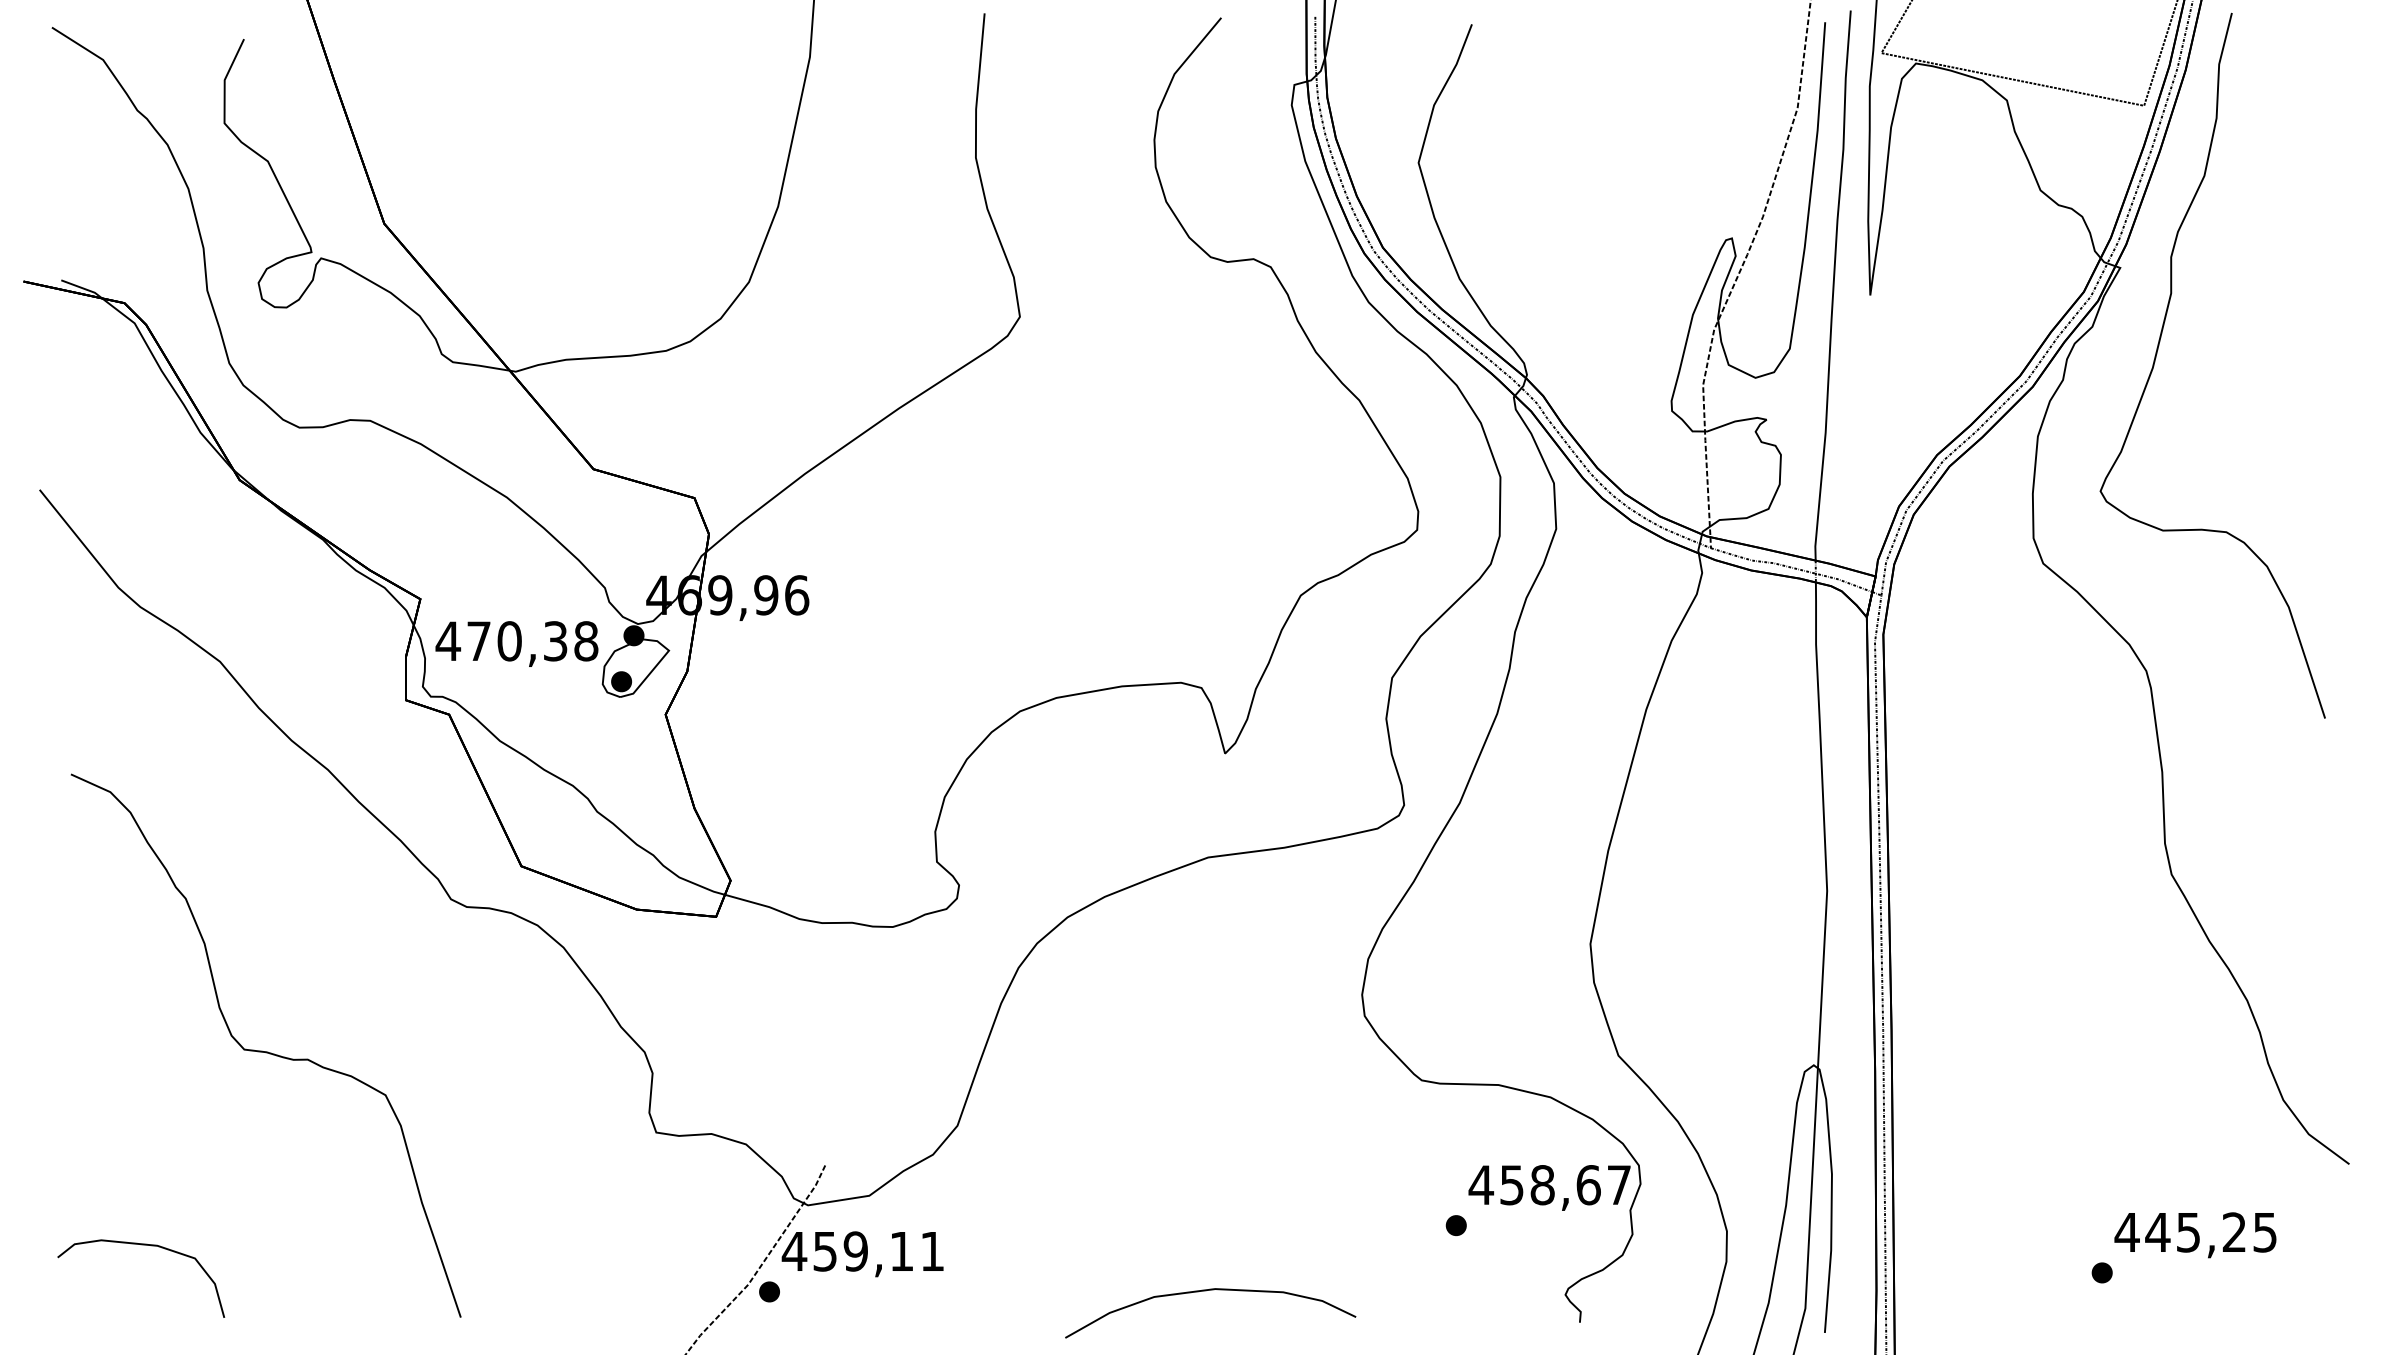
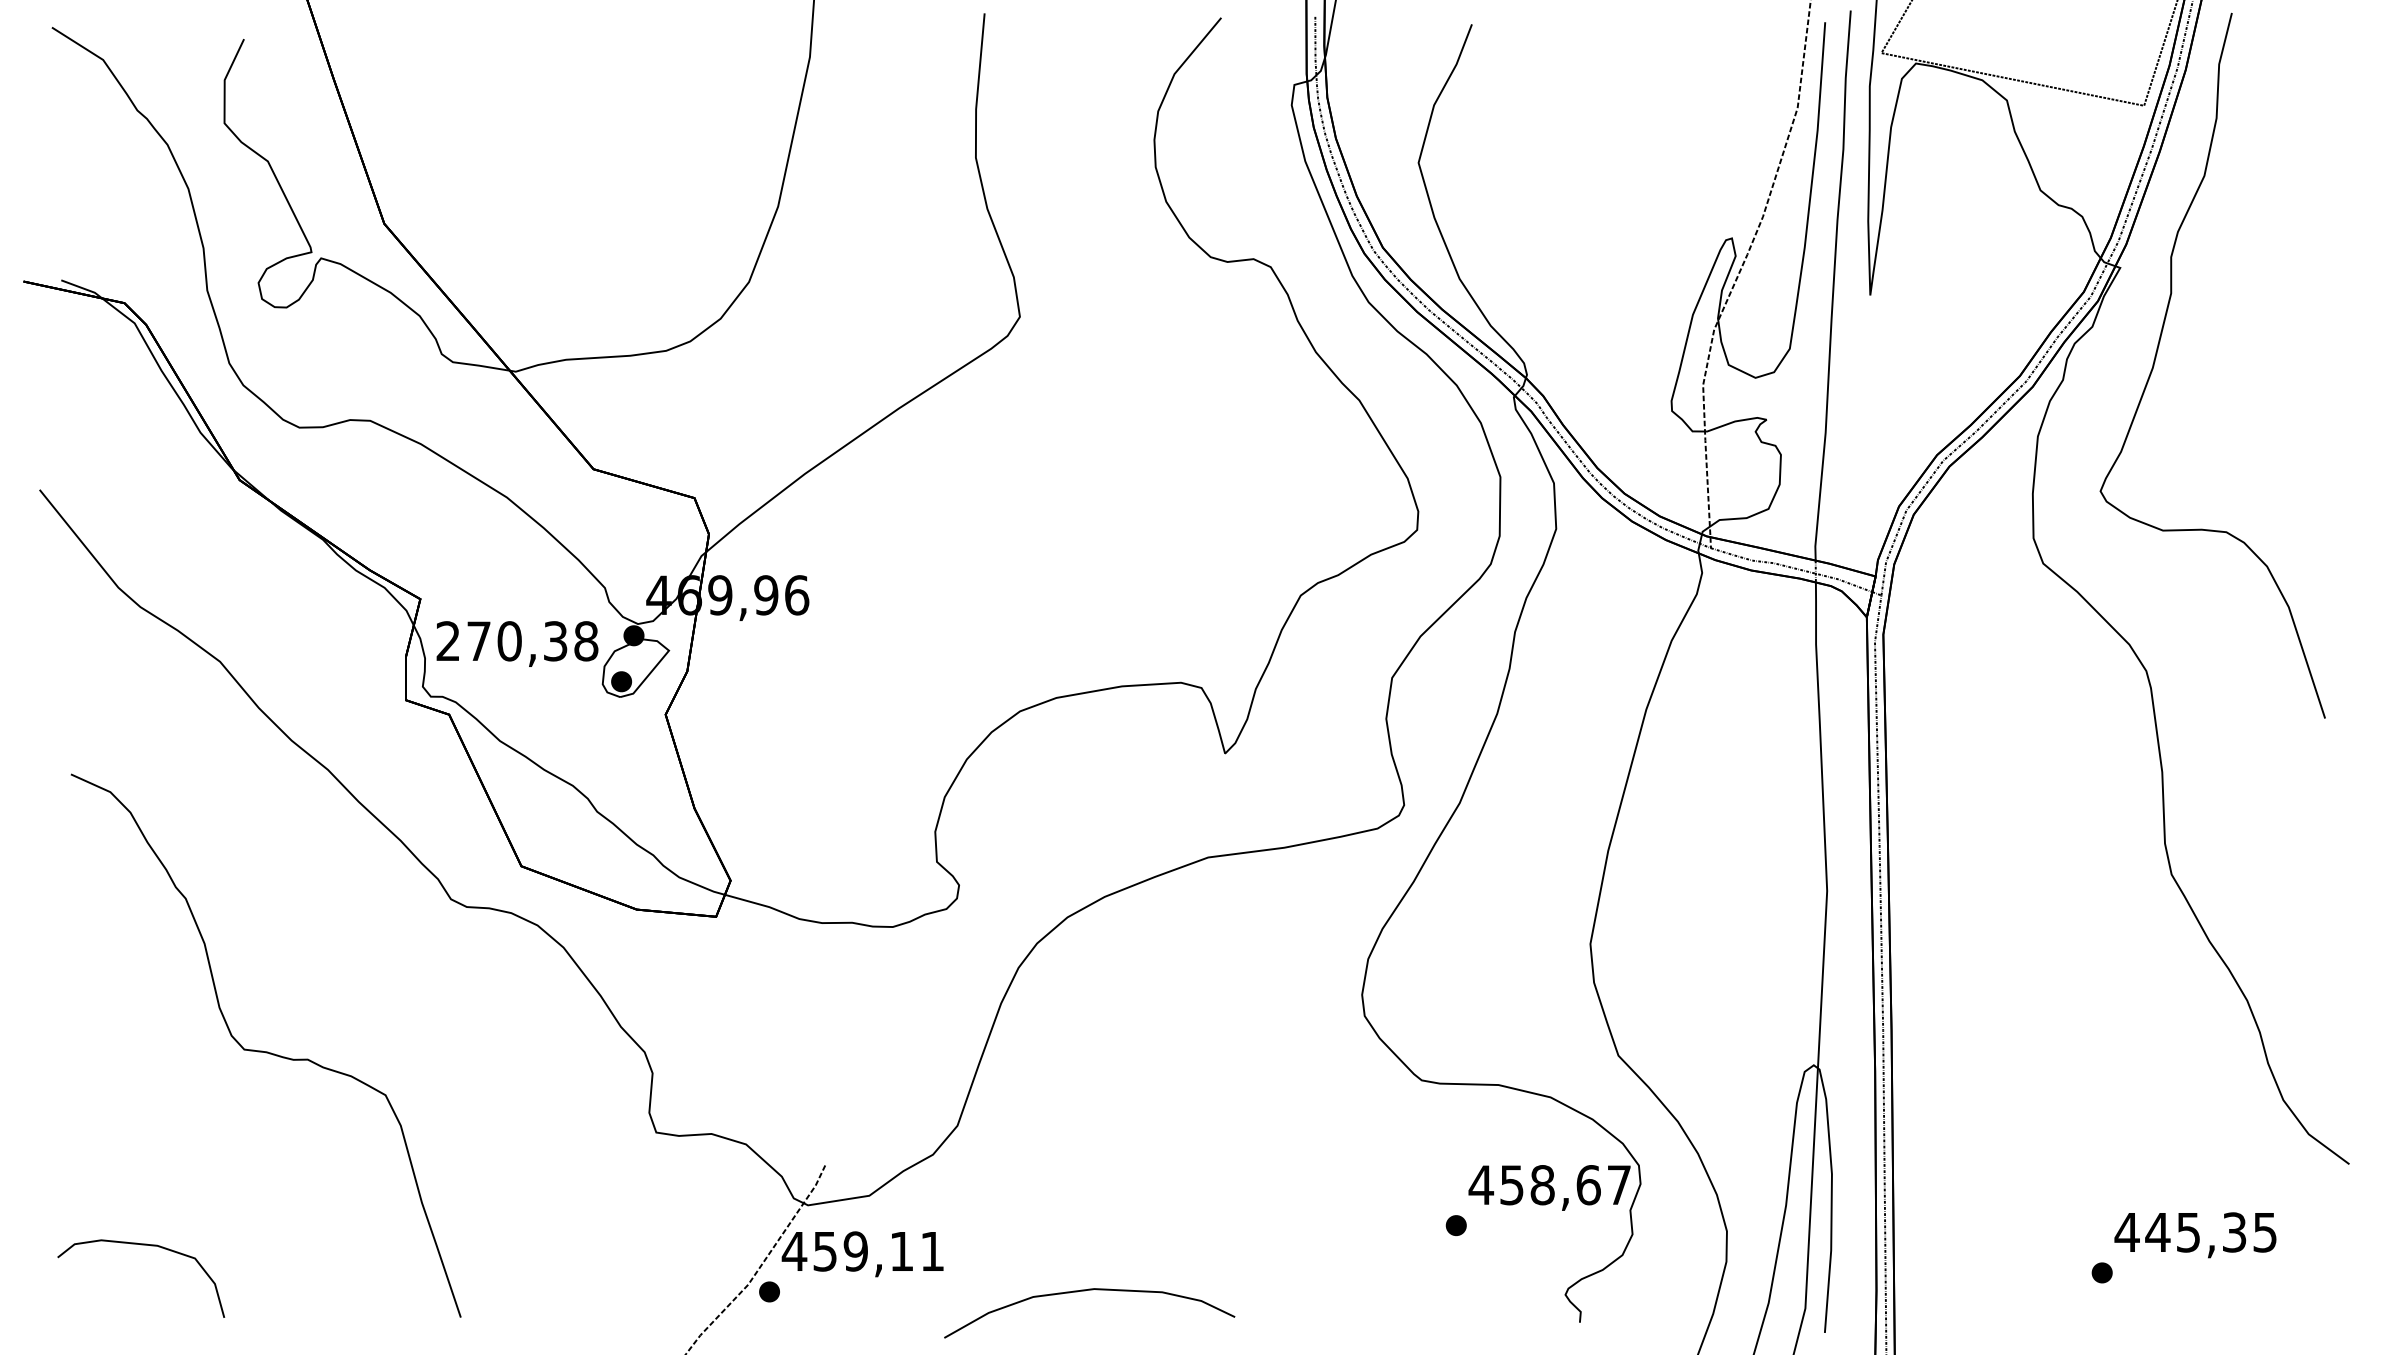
text at (448, 640): 470,38 -> 270,38
text at (2234, 1232): 445,25 -> 445,35
curve at (1206, 1291) position: (1206, 1291) -> (1085, 1291)
